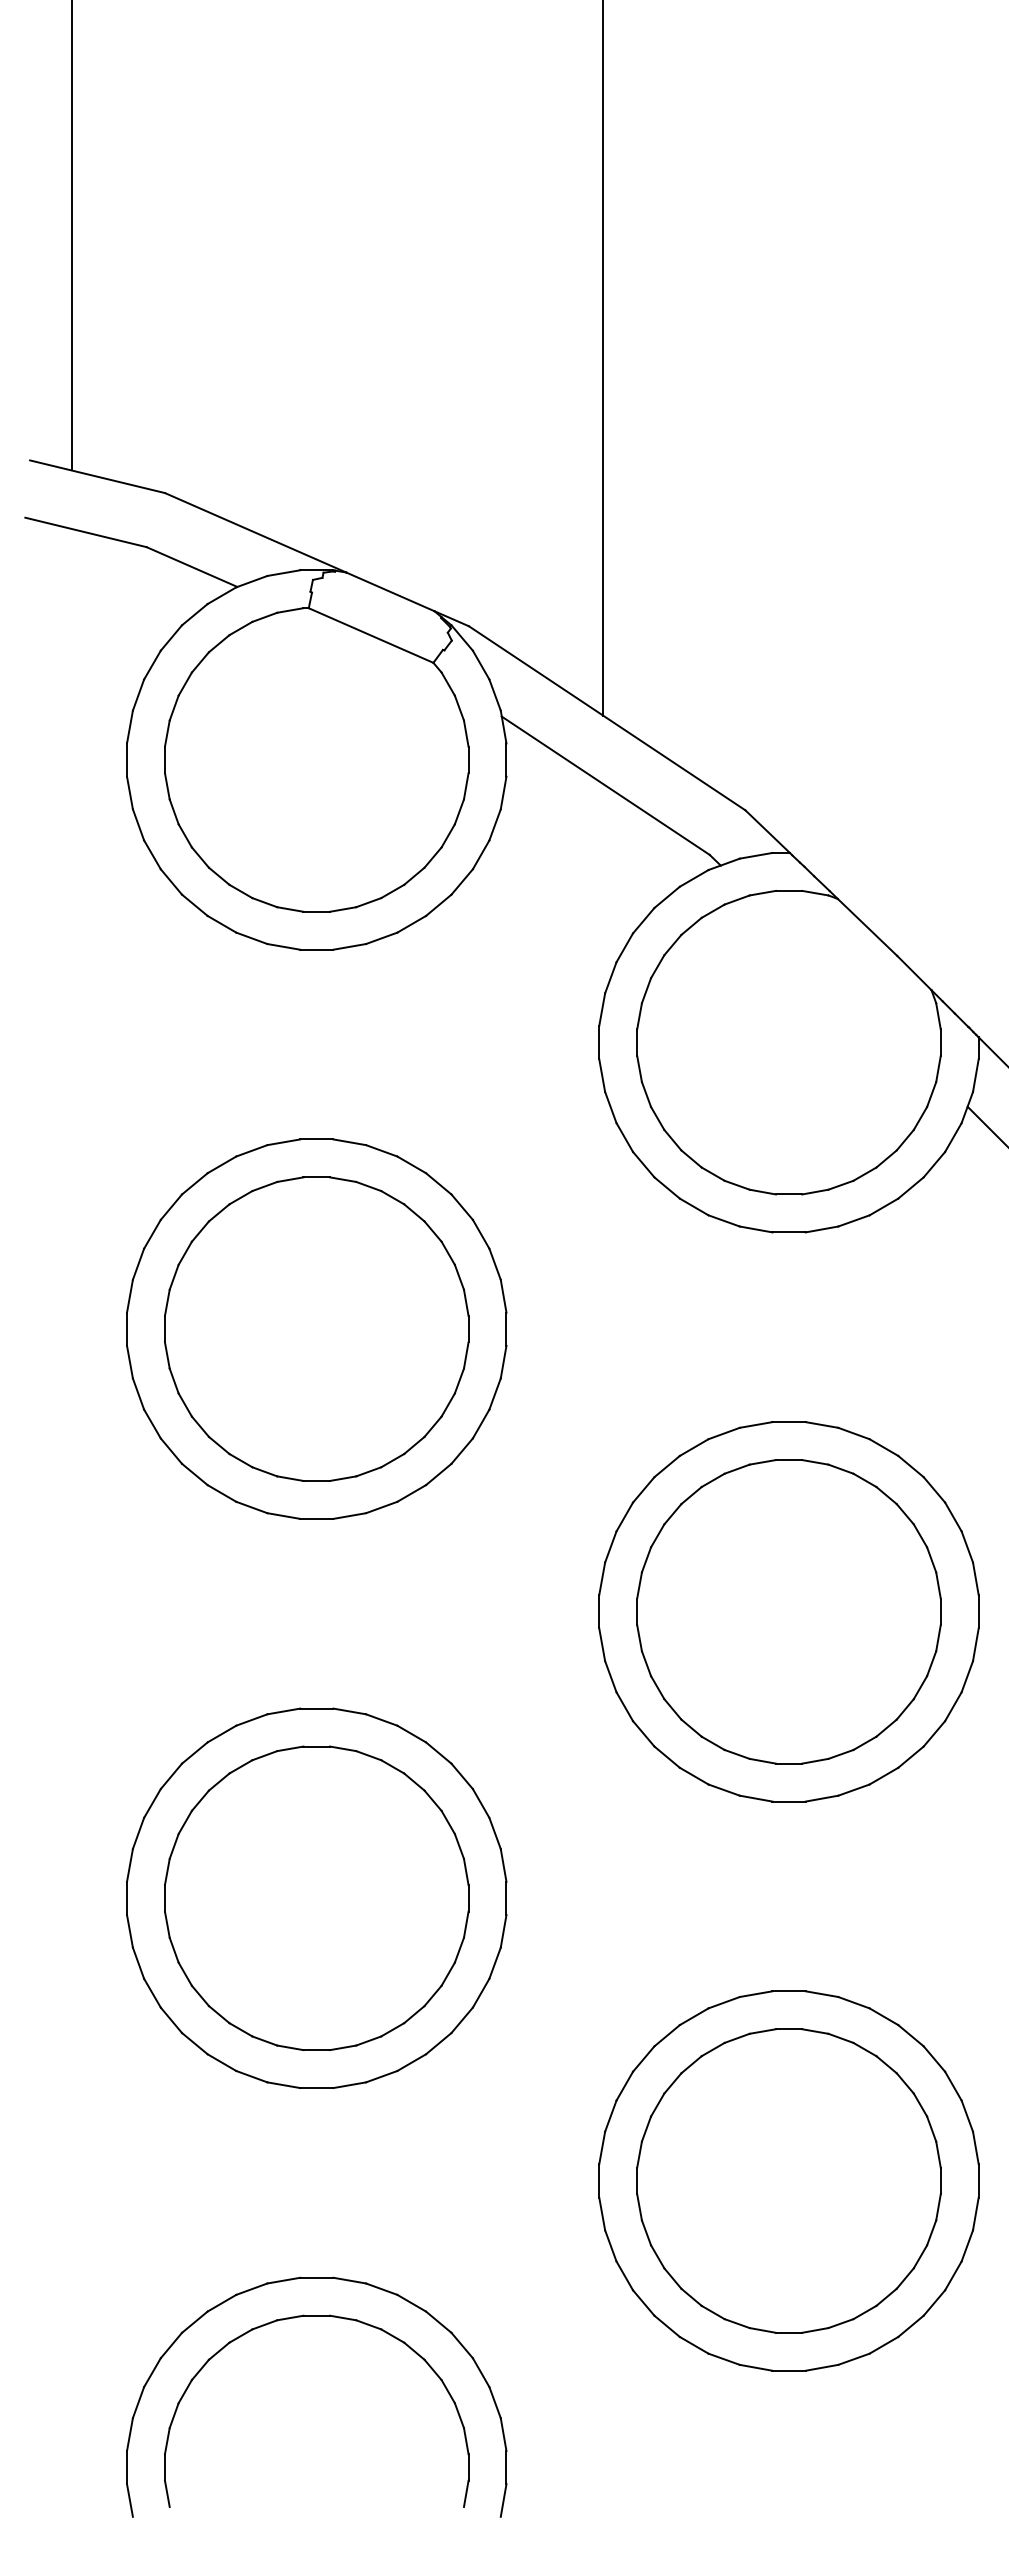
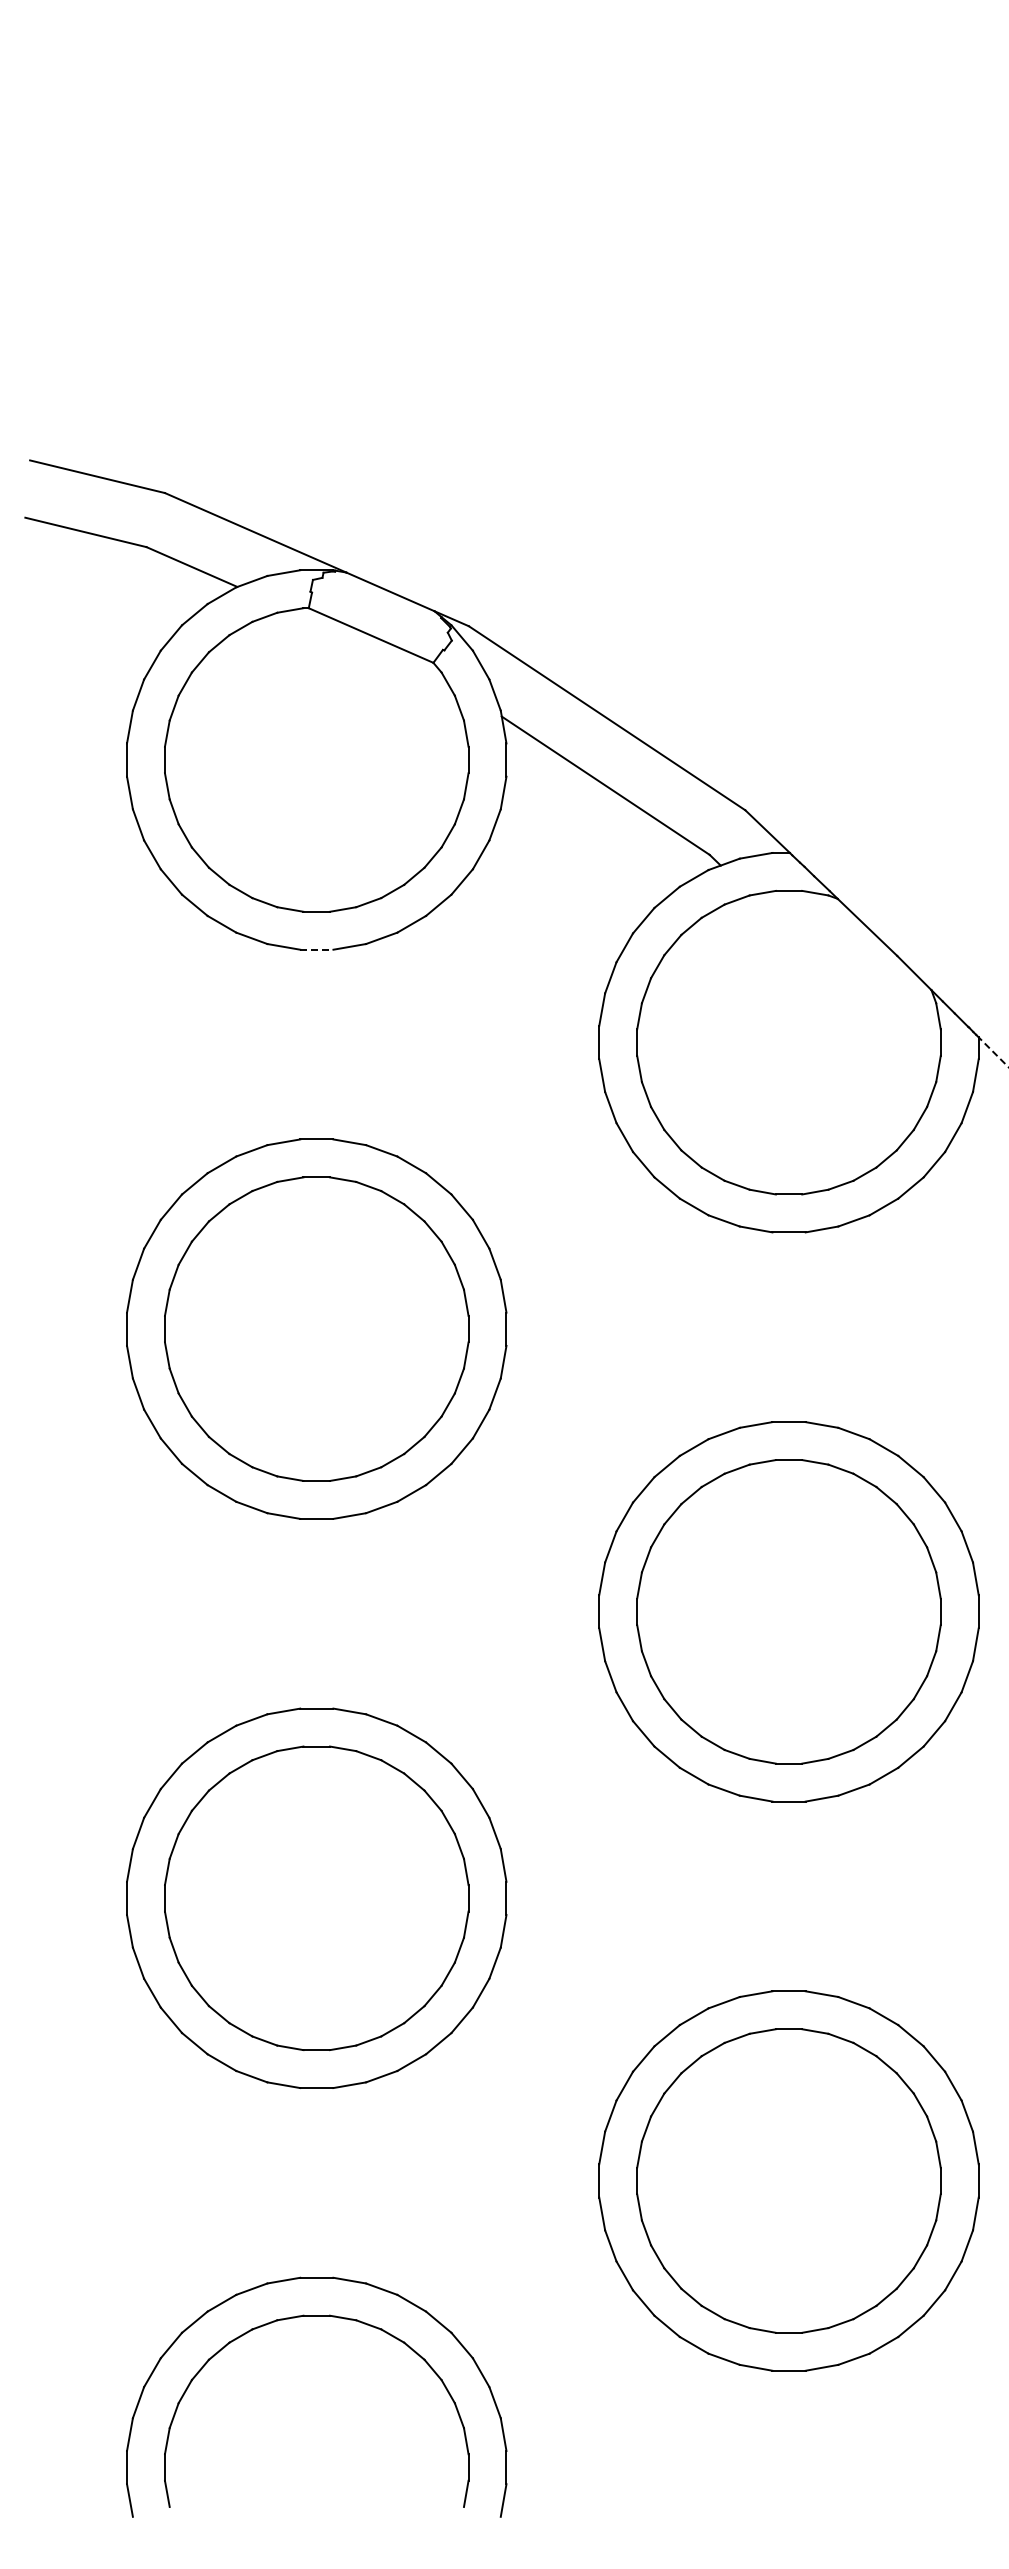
line at (72, 236): present -> none
line at (603, 358): present -> none
line at (316, 949): solid -> dashed
line at (993, 1052): solid -> dashed
line at (986, 1125): present -> none
